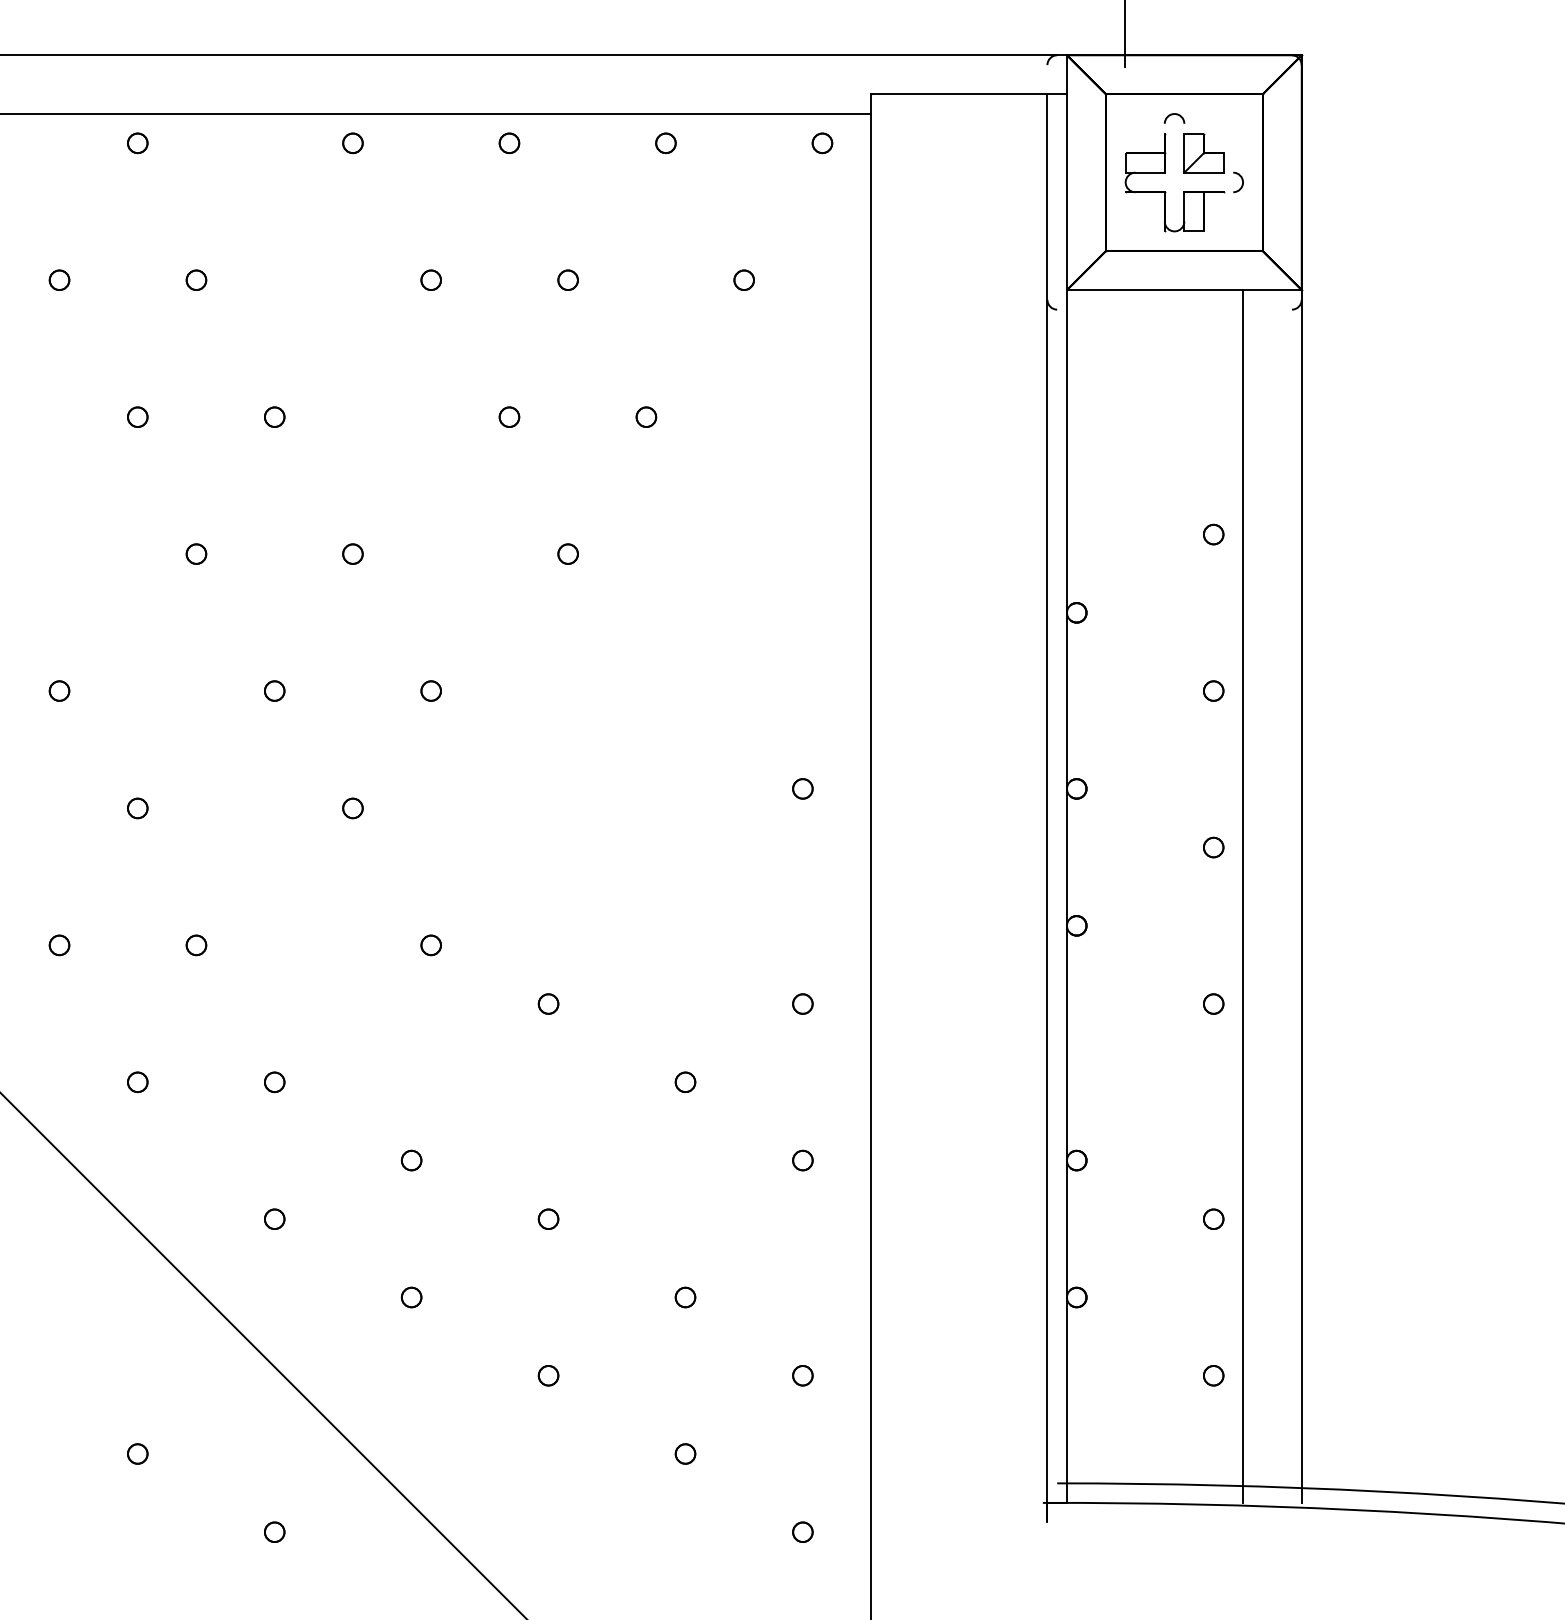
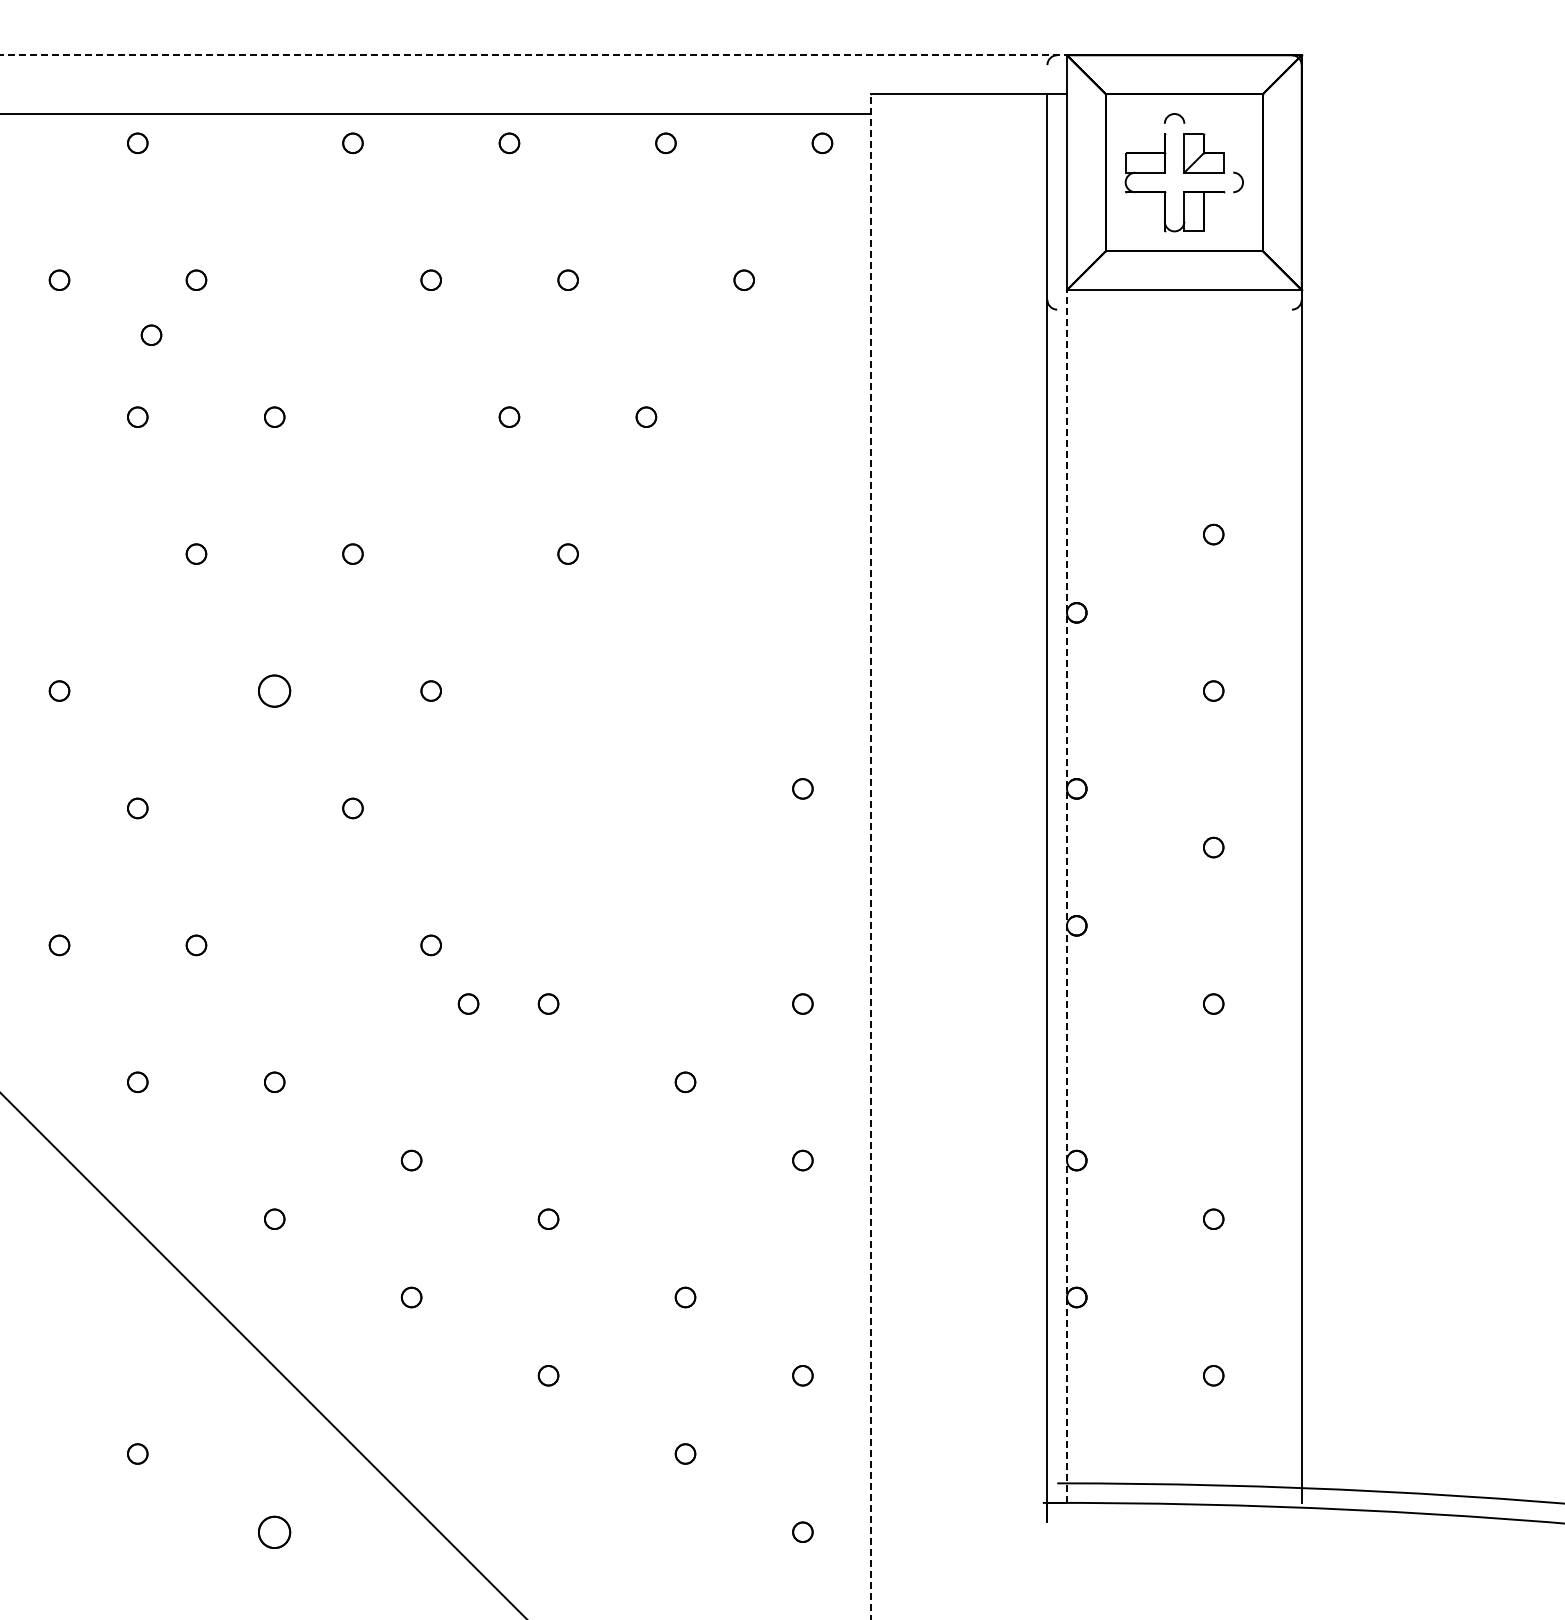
line at (1124, 34): present -> none
line at (534, 55): solid -> dashed
part at (151, 334): none -> present
part at (274, 690) size: 22x22 px -> 34x34 px
line at (871, 856): solid -> dashed
line at (1066, 895): solid -> dashed
line at (1243, 896): present -> none
part at (468, 1003): none -> present
part at (274, 1531) size: 22x22 px -> 34x34 px
